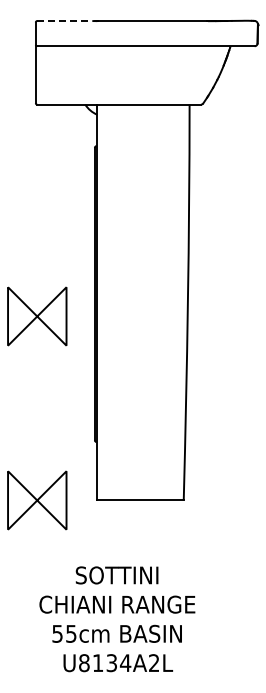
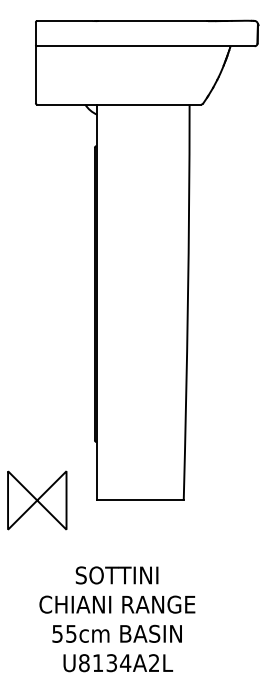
line at (64, 21): dashed -> solid
part at (37, 316): present -> none
